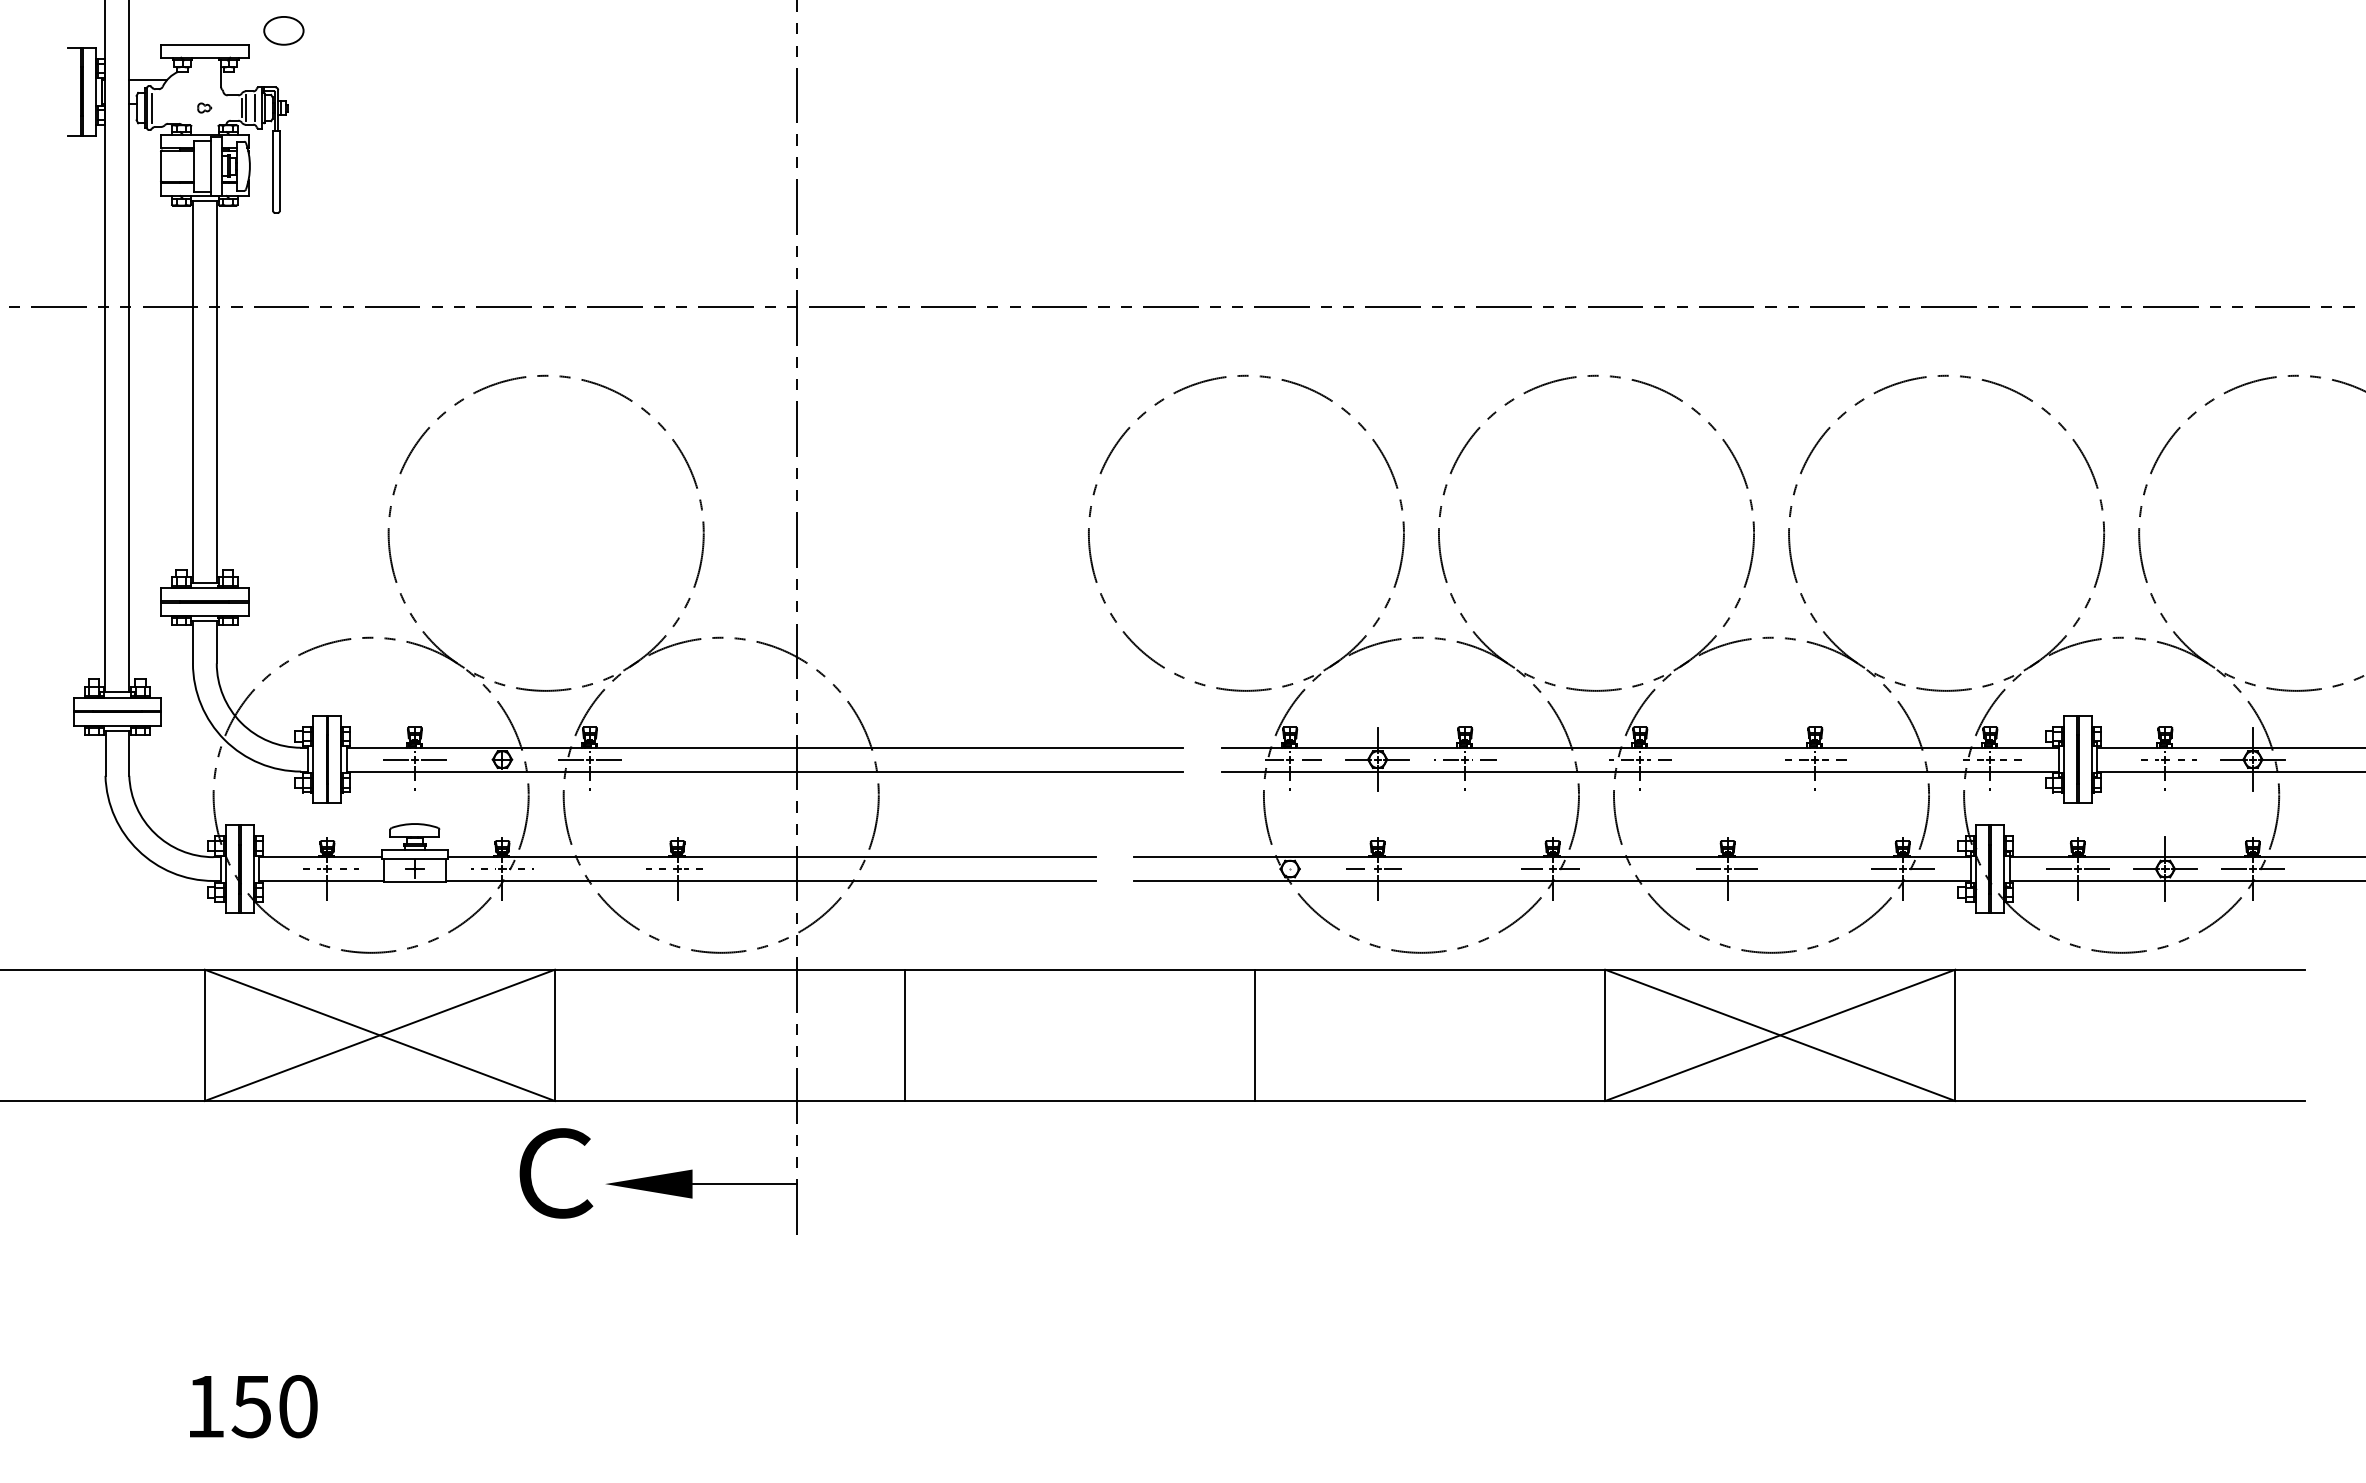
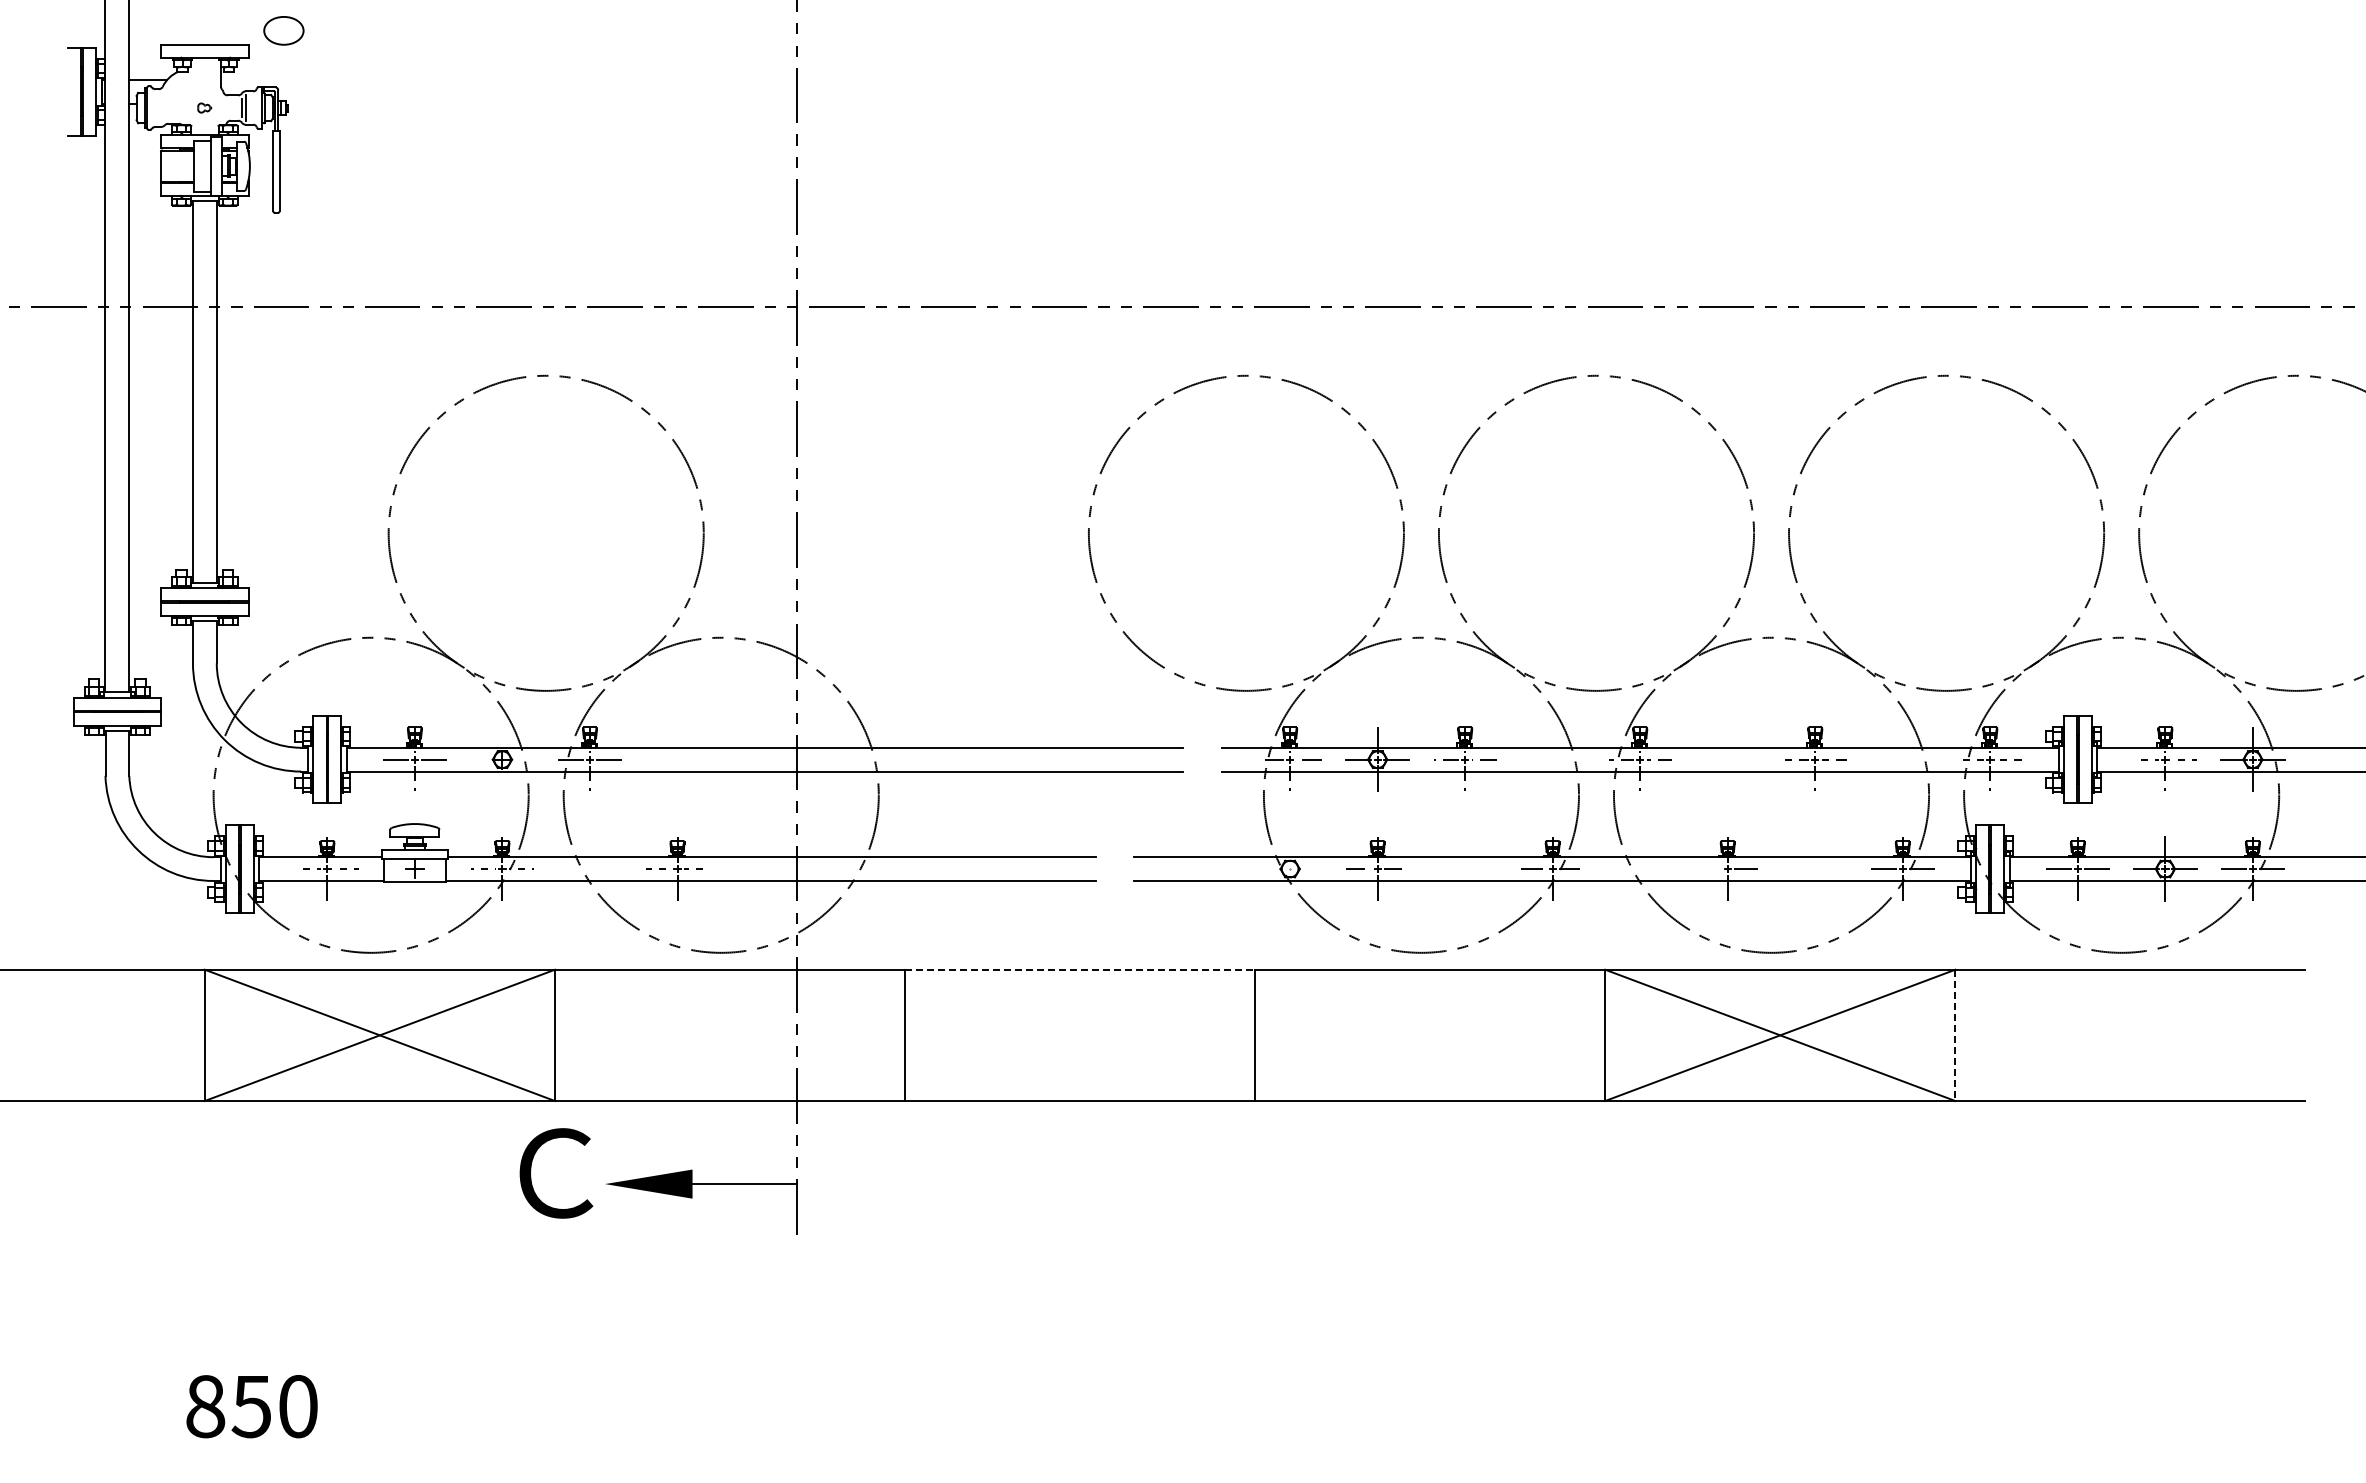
line at (152, 107): present -> none
line at (255, 108): present -> none
line at (1708, 869): present -> none
line at (1080, 969): solid -> dashed
line at (1955, 1035): solid -> dashed
text at (205, 1406): 150 -> 850
